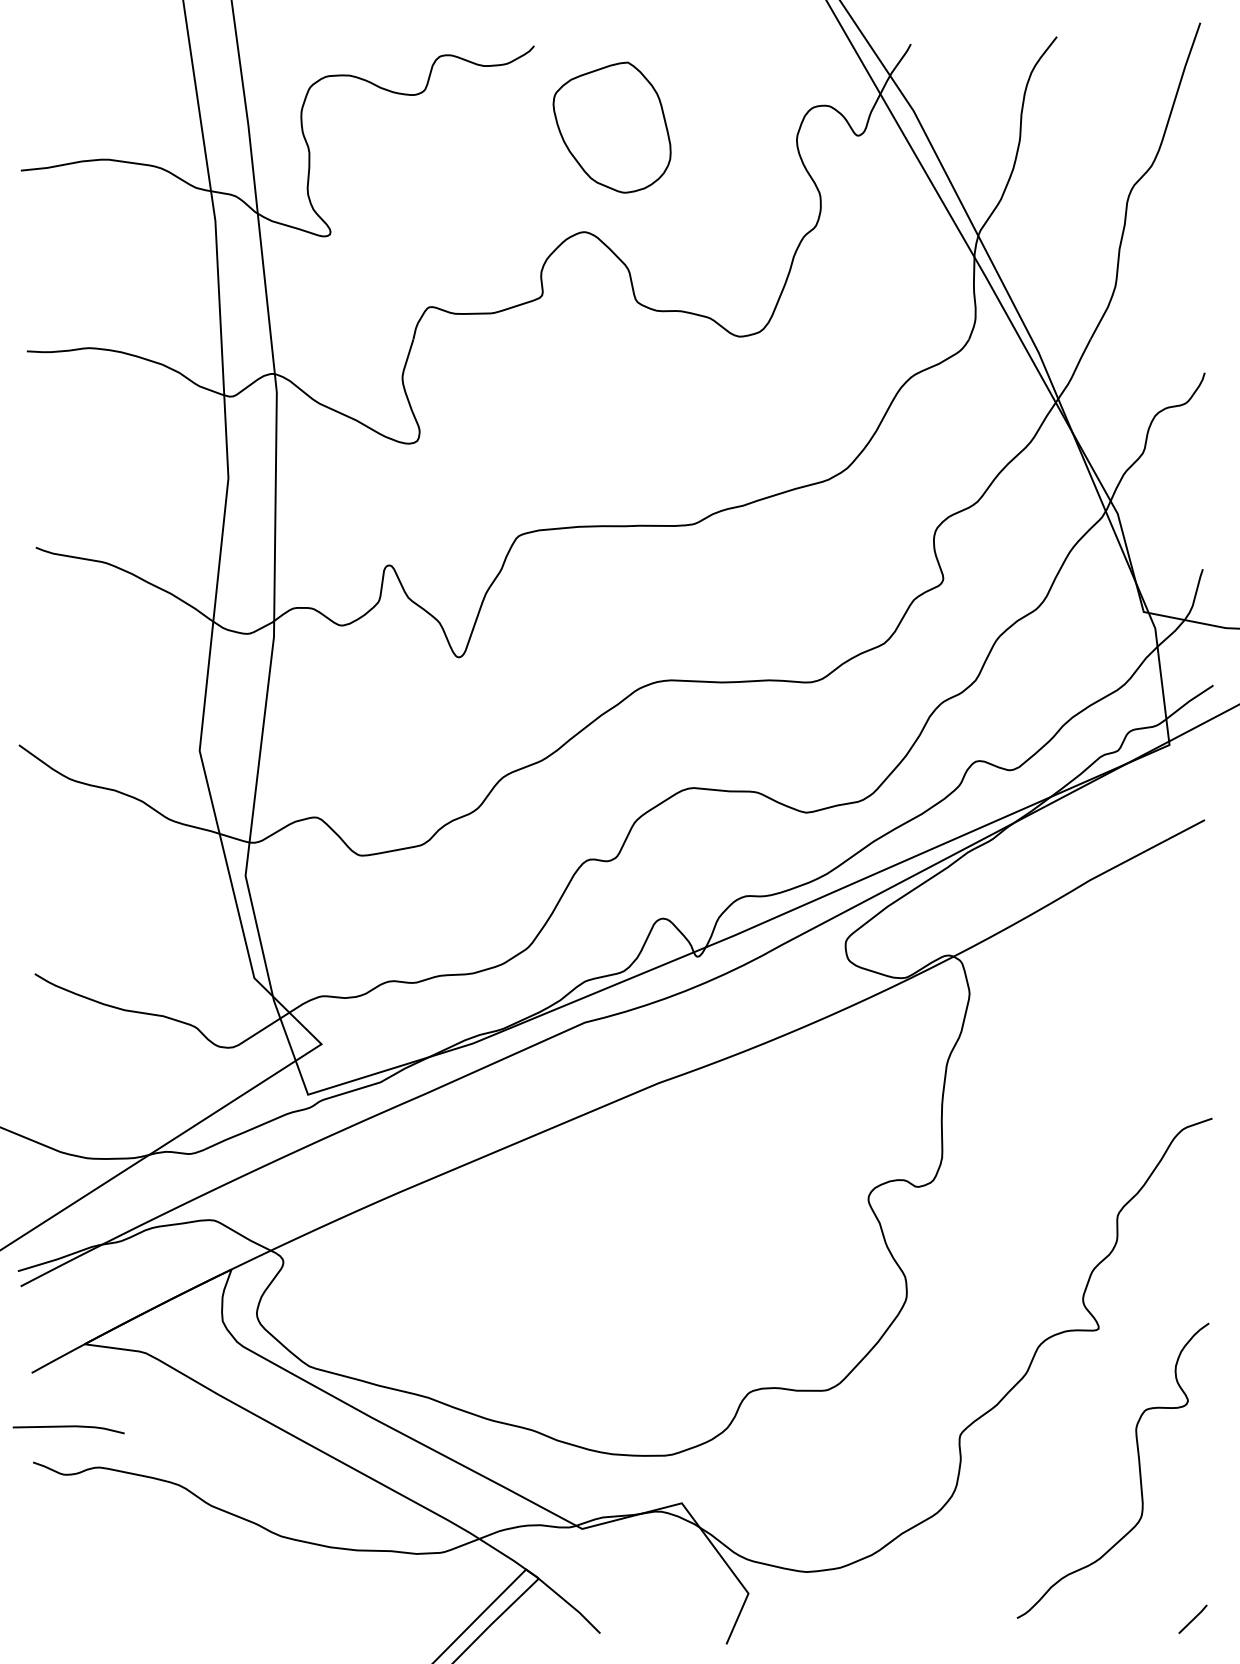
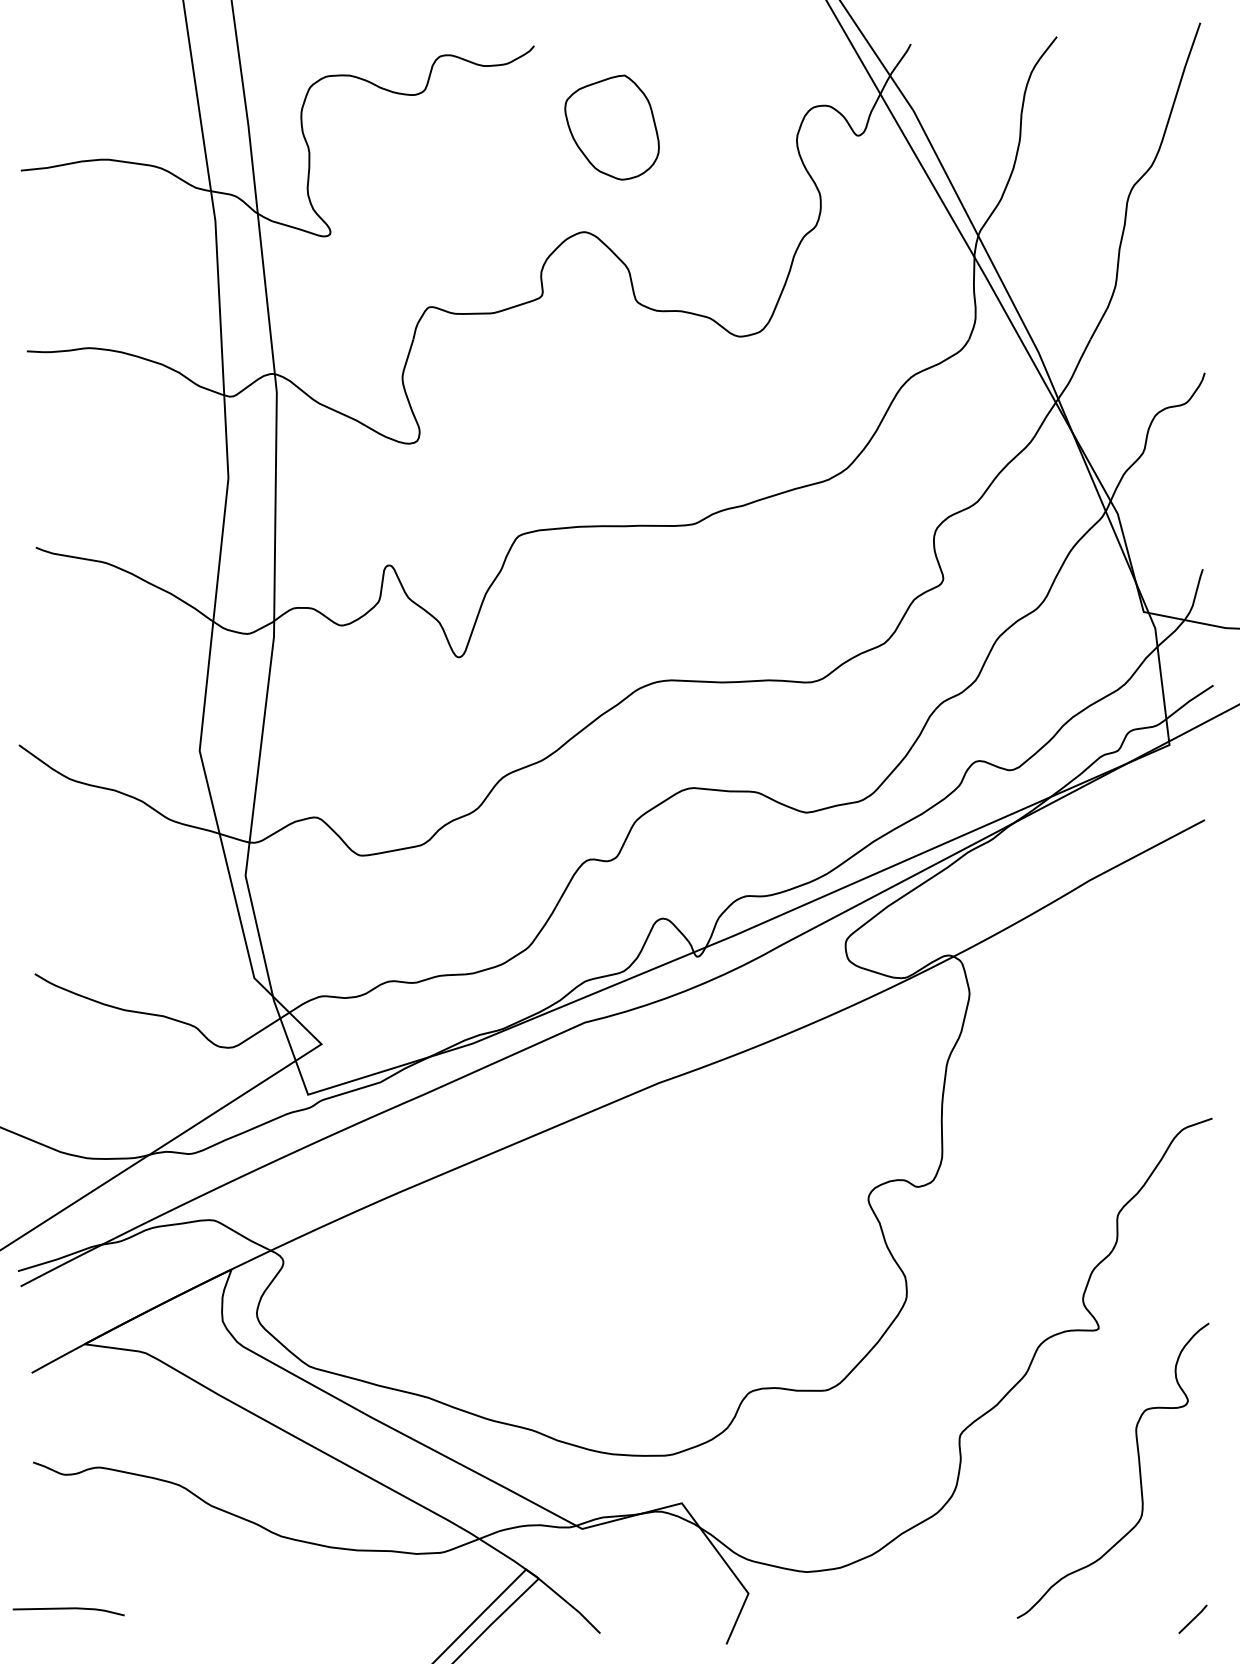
part at (611, 127) size: 120x133 px -> 96x107 px
line at (68, 1427) position: (68, 1427) -> (68, 1609)
